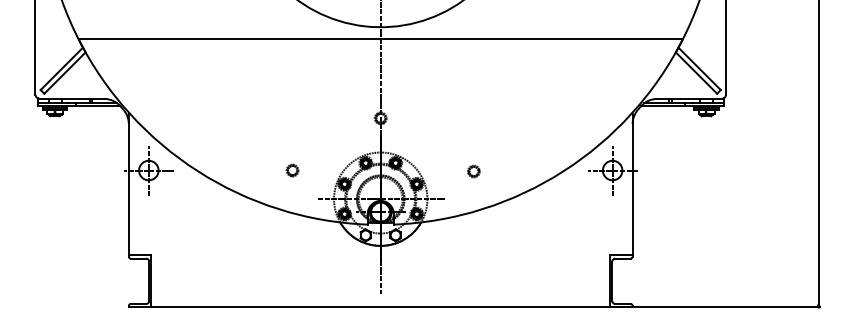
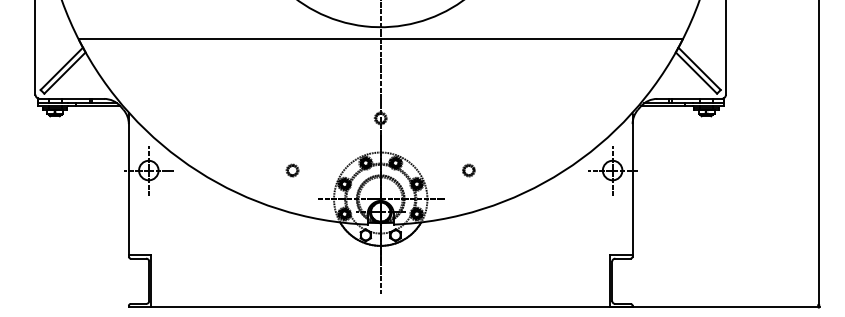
part at (473, 171) position: (473, 171) -> (468, 170)
